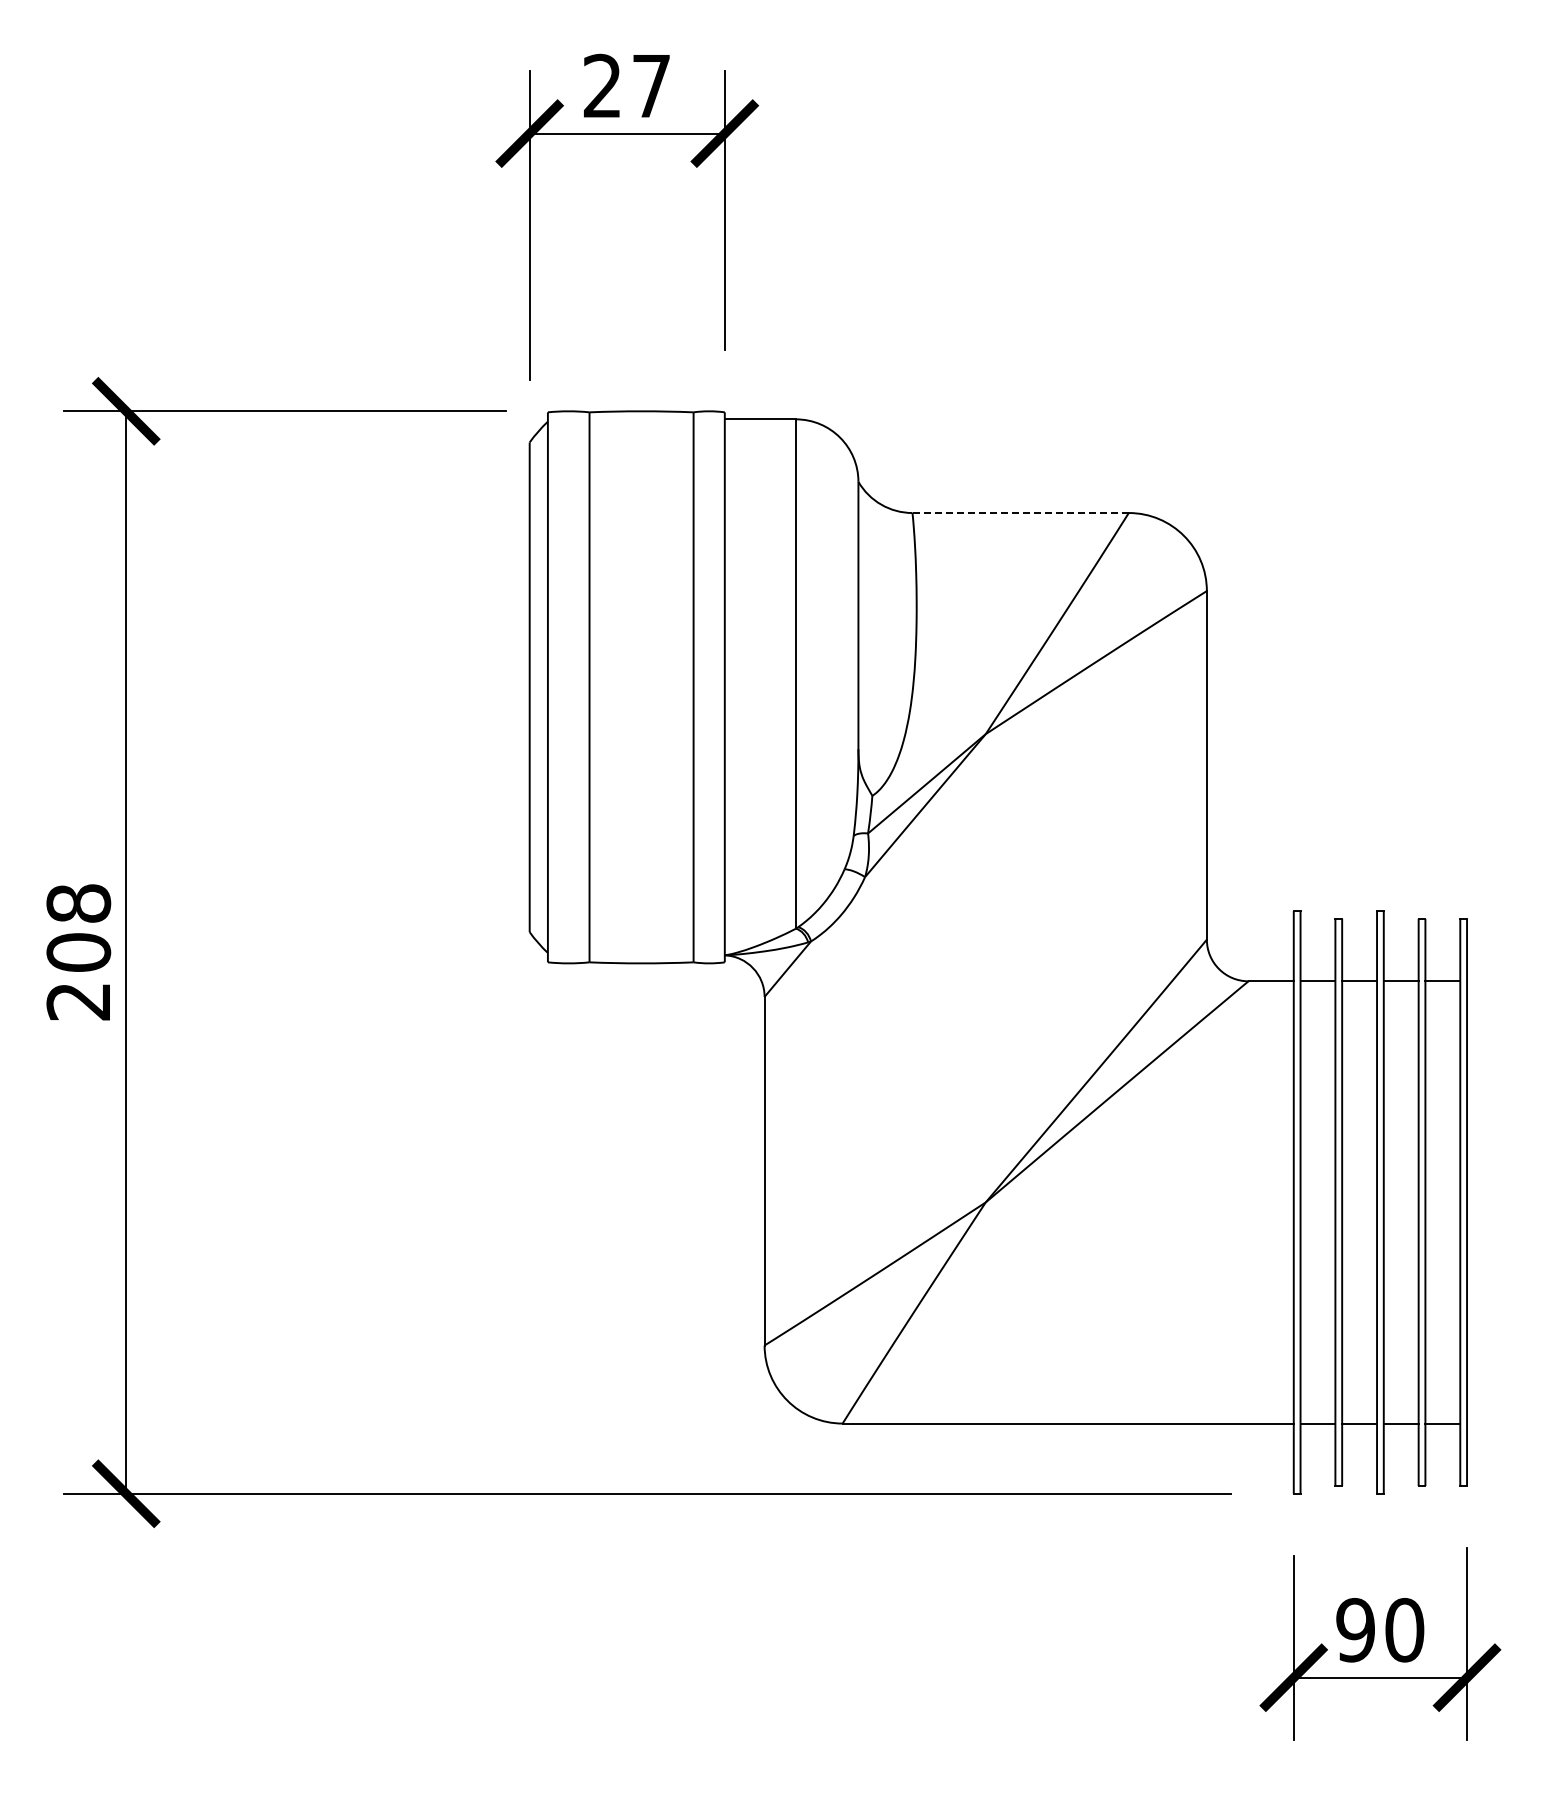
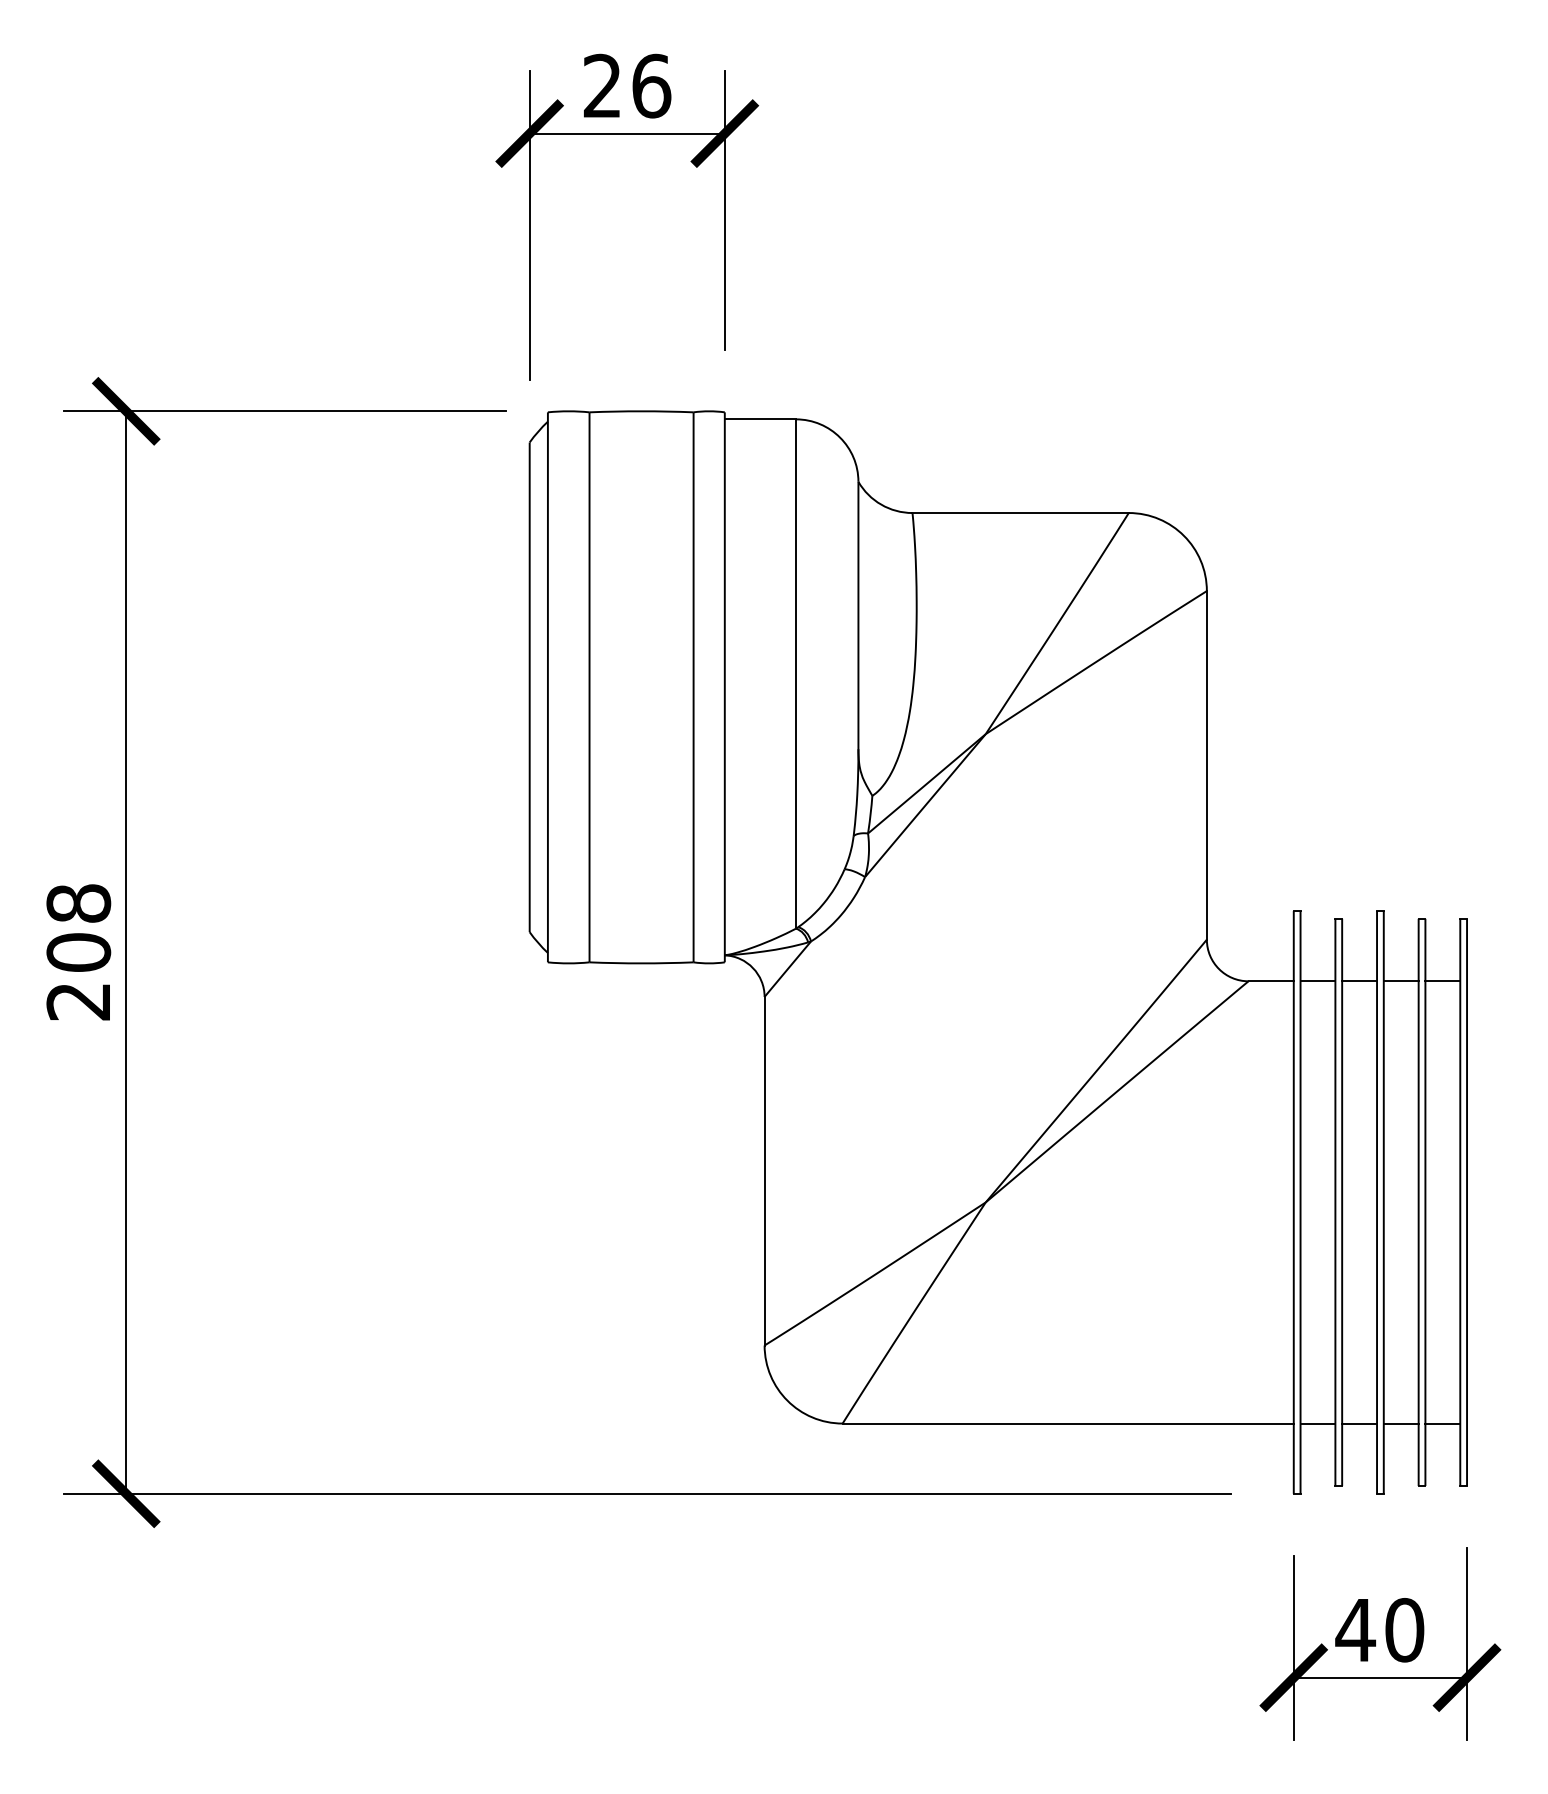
text at (651, 85): 27 -> 26
line at (1020, 513): dashed -> solid
text at (1355, 1630): 90 -> 40
